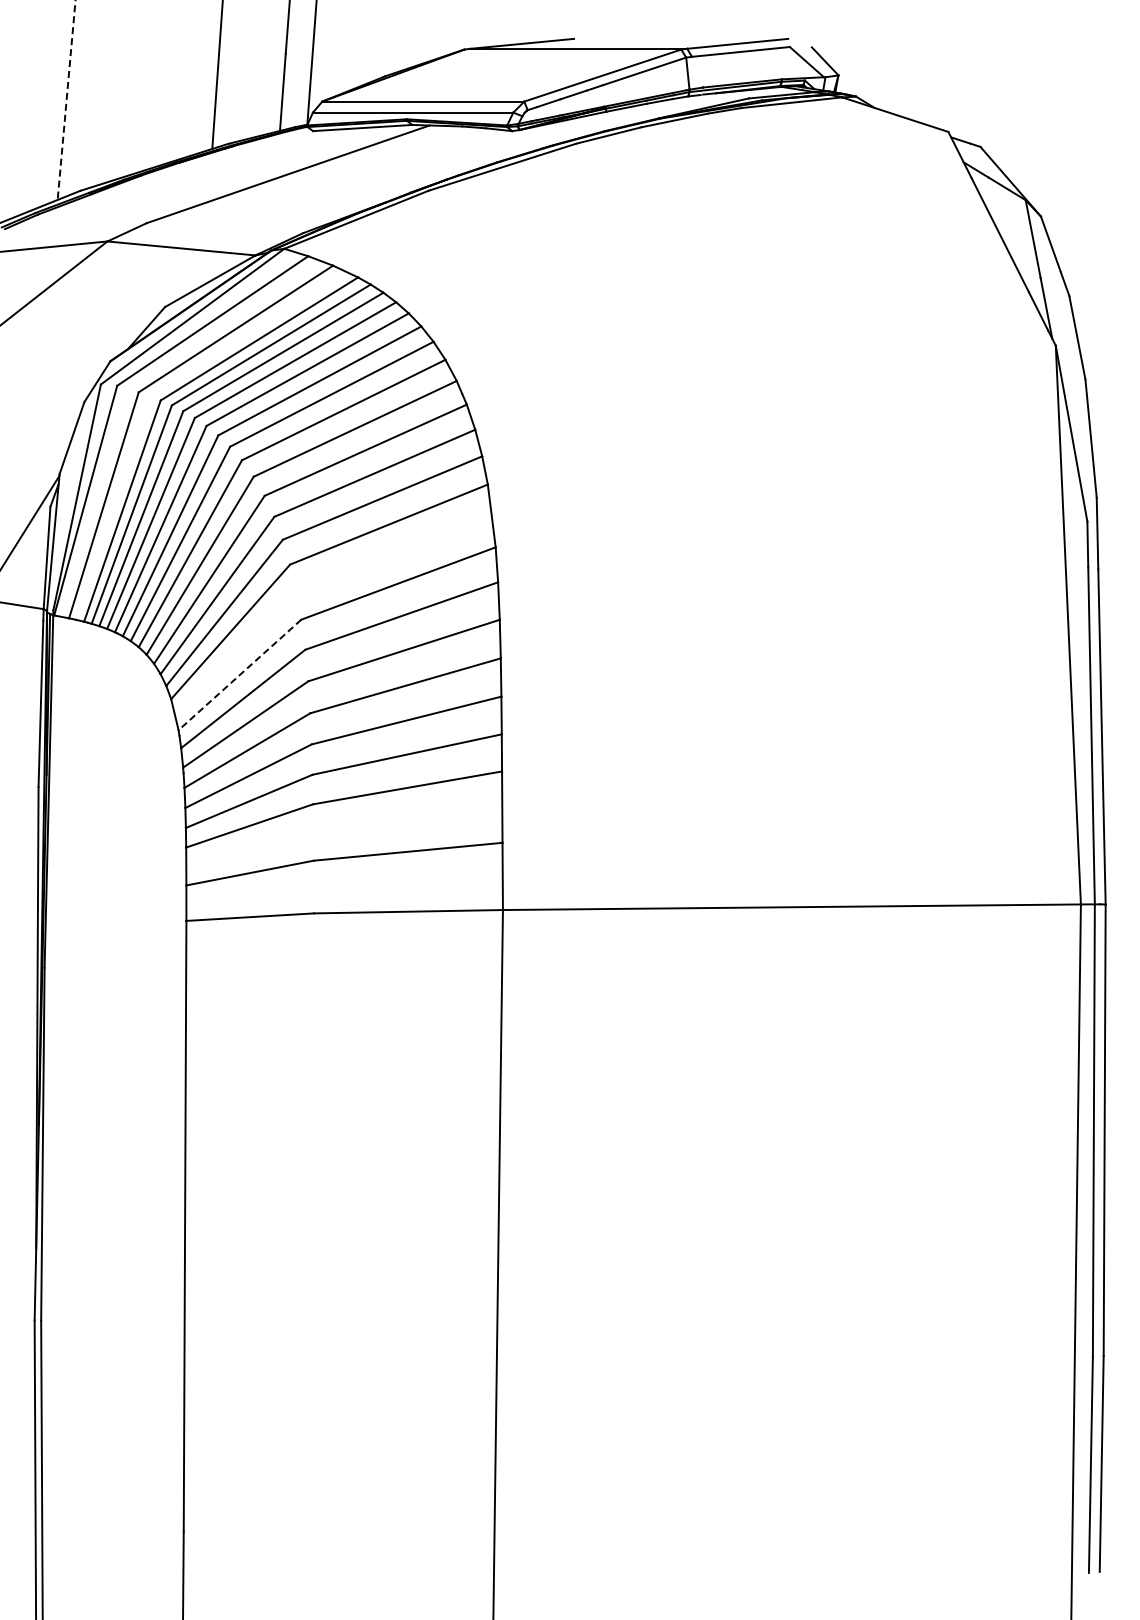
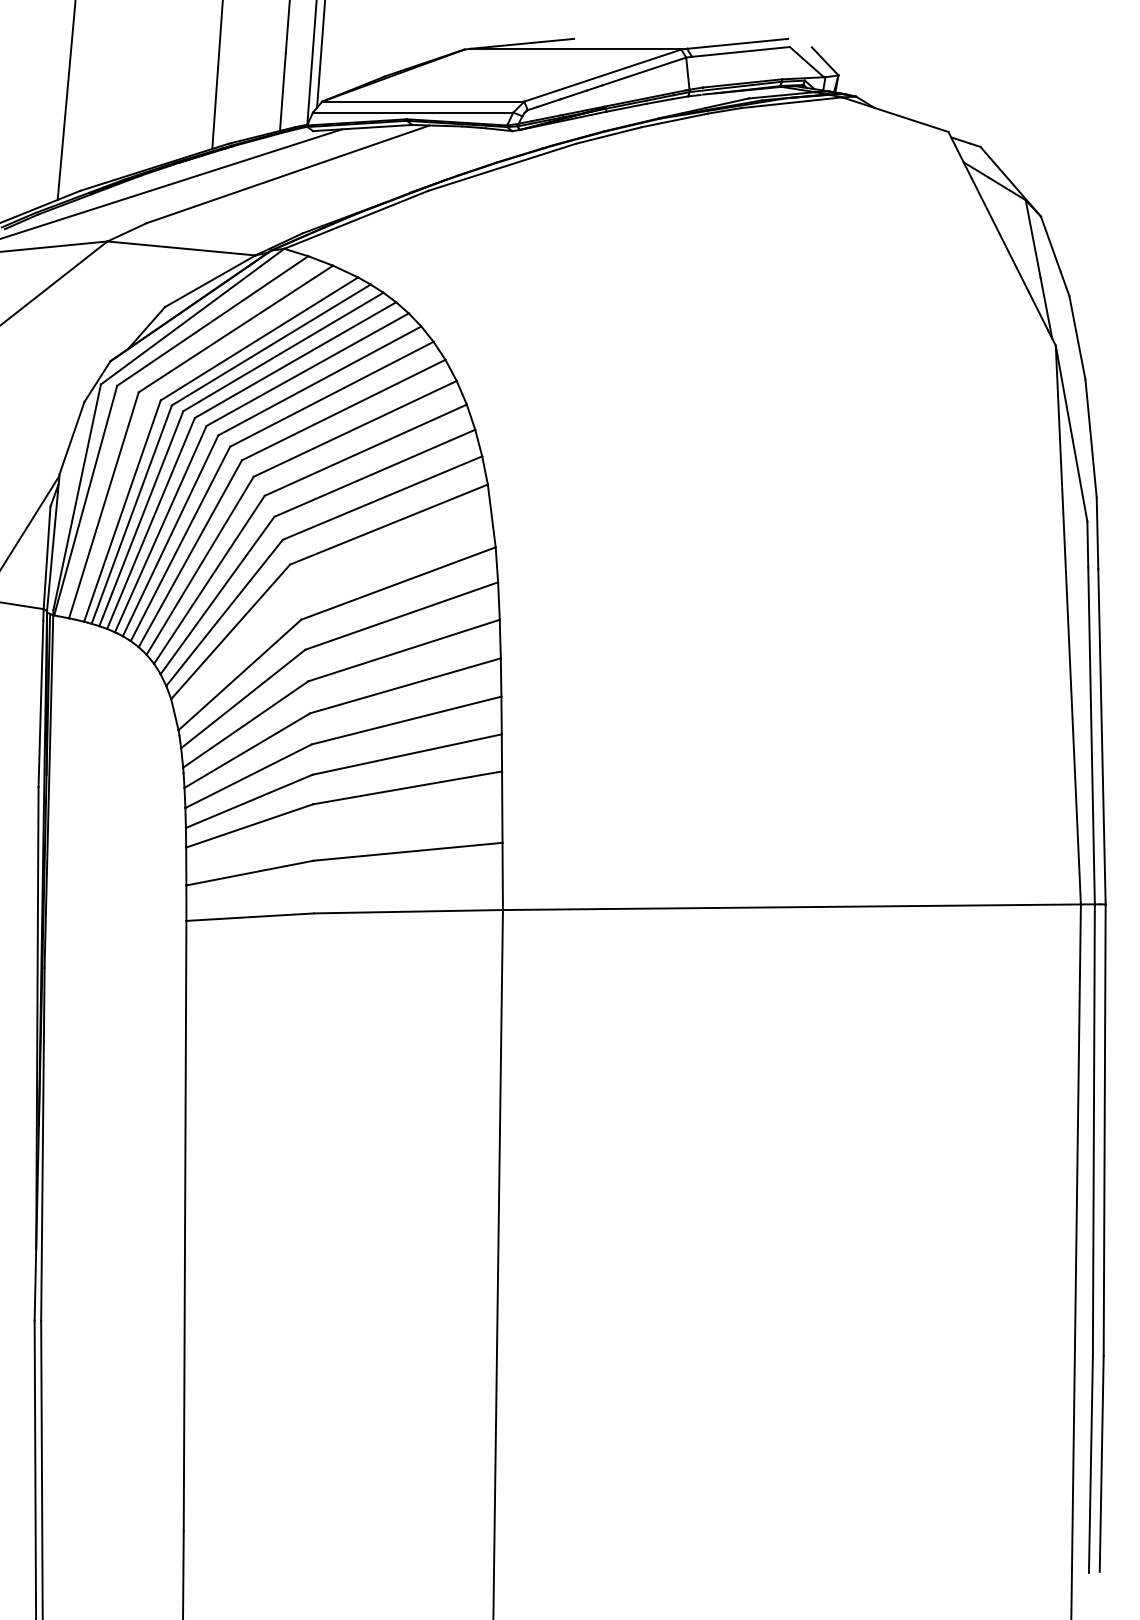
line at (320, 54): none -> present
line at (66, 100): dashed -> solid
line at (172, 183): none -> present
line at (239, 674): dashed -> solid
